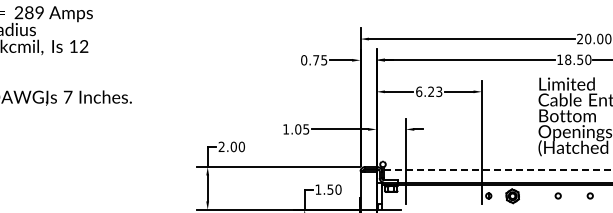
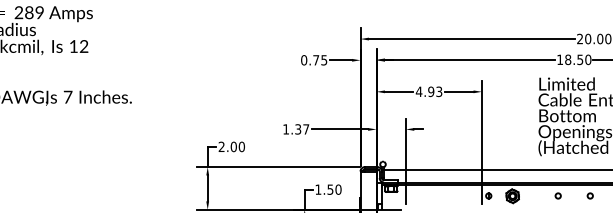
text at (424, 91): 6.23 -> 4.93
text at (302, 129): 1.05 -> 1.37
line at (498, 169): dashed -> solid
